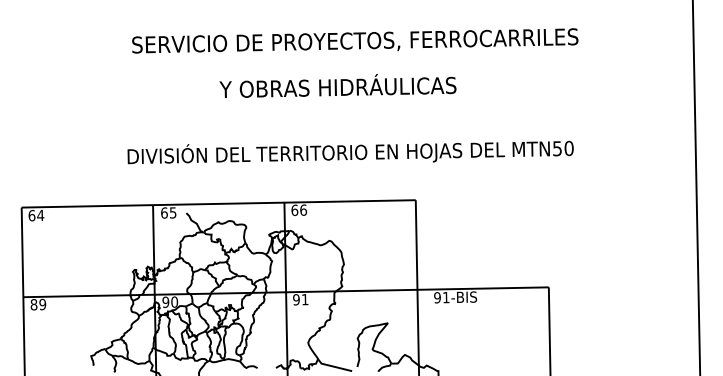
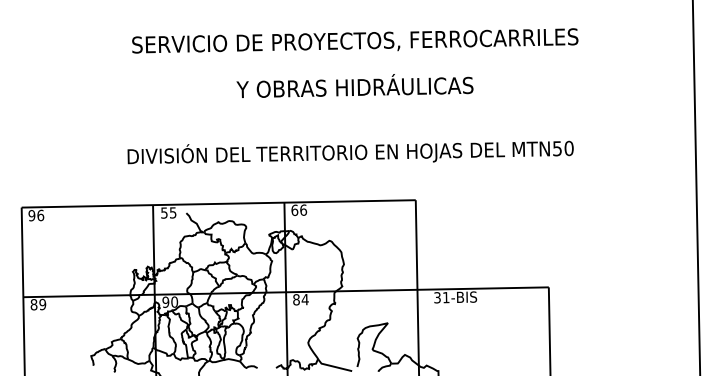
text at (337, 85) position: (337, 85) -> (354, 85)
text at (164, 212): 65 -> 55
text at (36, 215): 64 -> 96
text at (437, 297): 91-BIS -> 31-BIS
text at (300, 299): 91 -> 84
